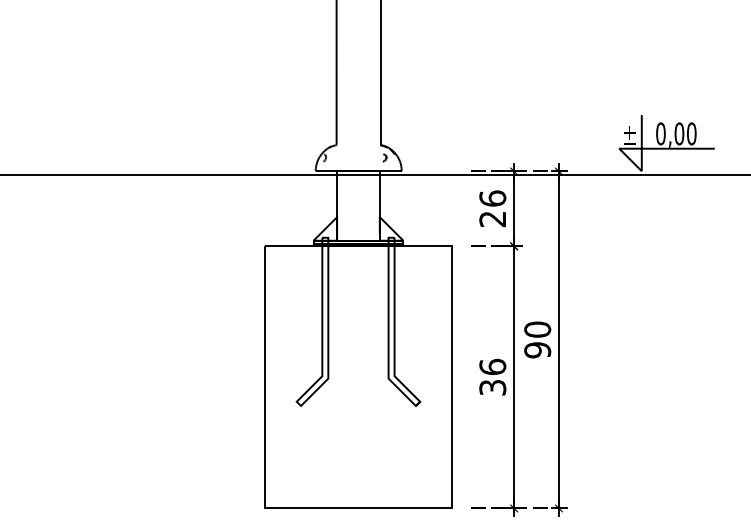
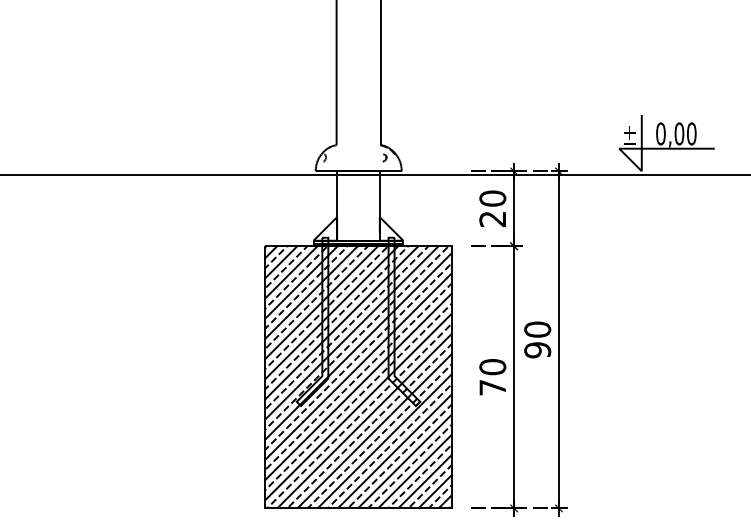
text at (492, 198): 26 -> 20
text at (492, 376): 36 -> 70
hatch at (358, 377): none -> present
